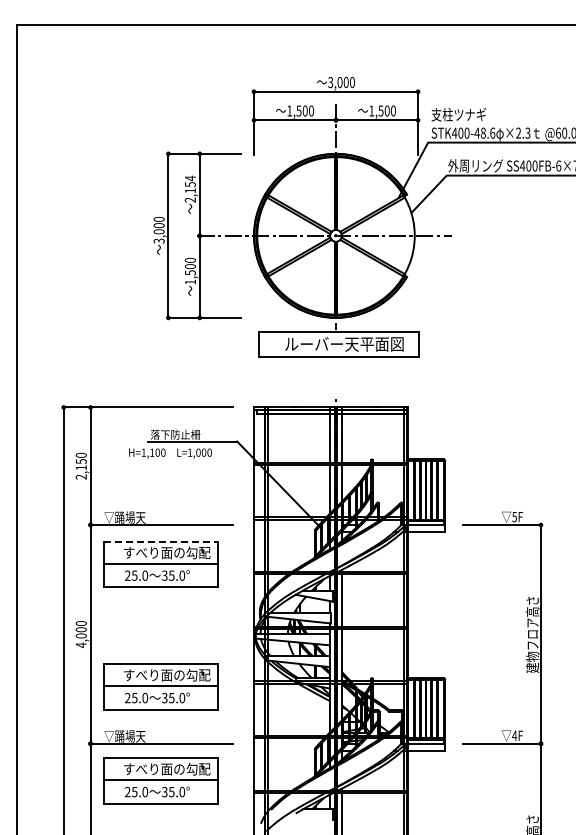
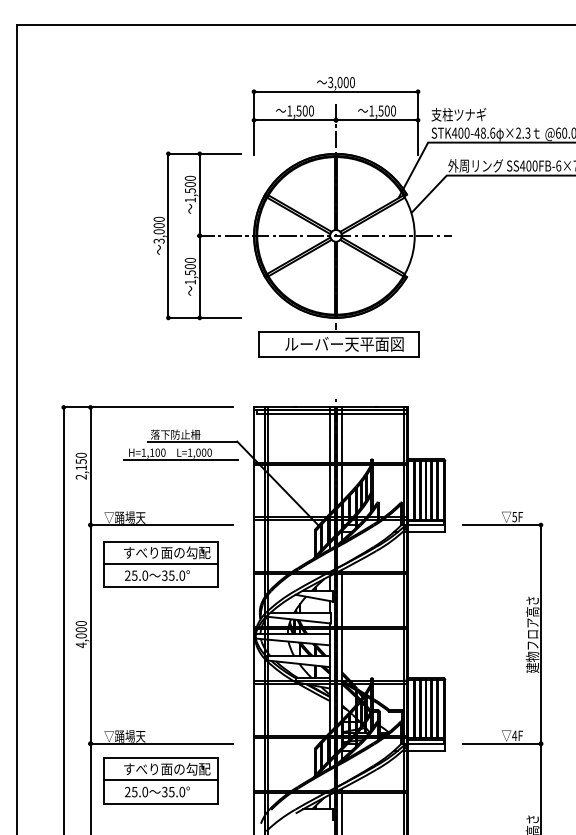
text at (189, 188): 2,154 -> 1,500
line at (180, 459): none -> present
line at (161, 541): dashed -> solid
part at (160, 686): present -> none
